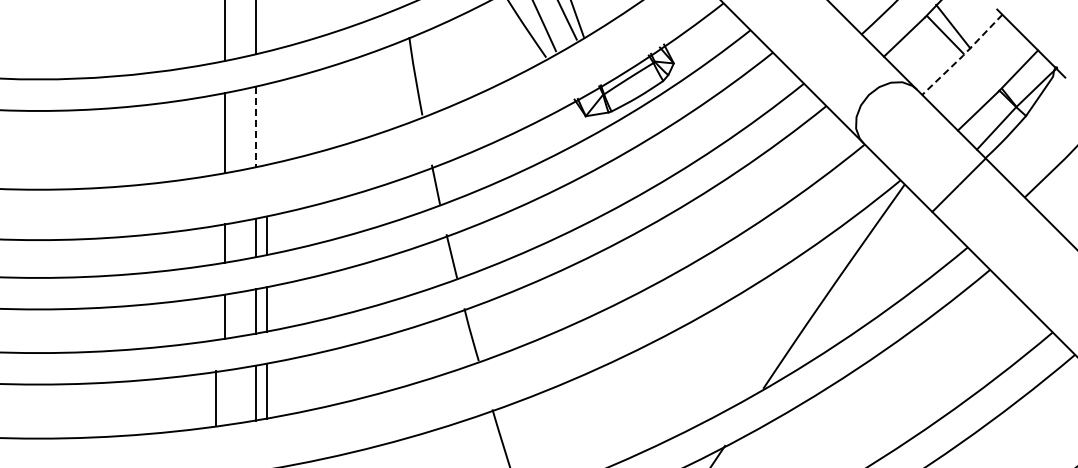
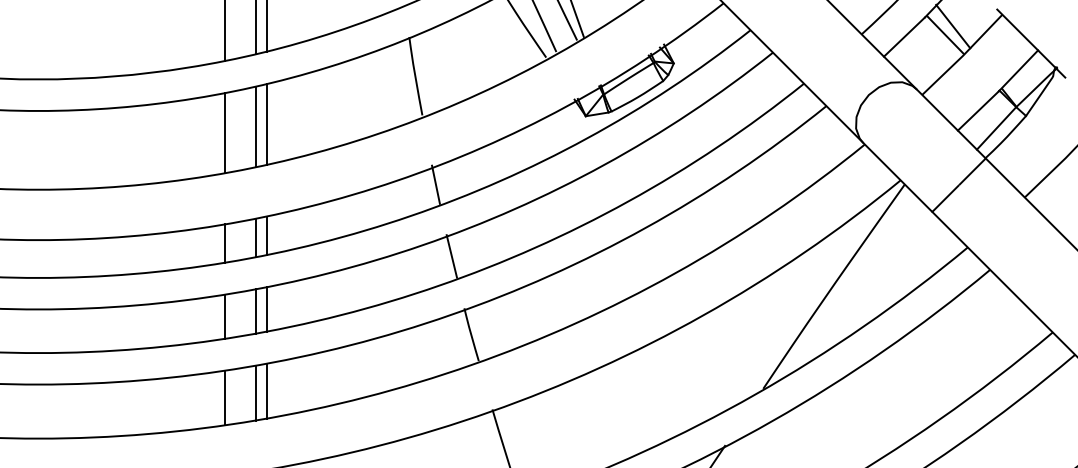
line at (266, 26): none -> present
line at (963, 55): dashed -> solid
line at (266, 124): none -> present
line at (255, 127): dashed -> solid
line at (216, 397) position: (216, 397) -> (225, 397)
